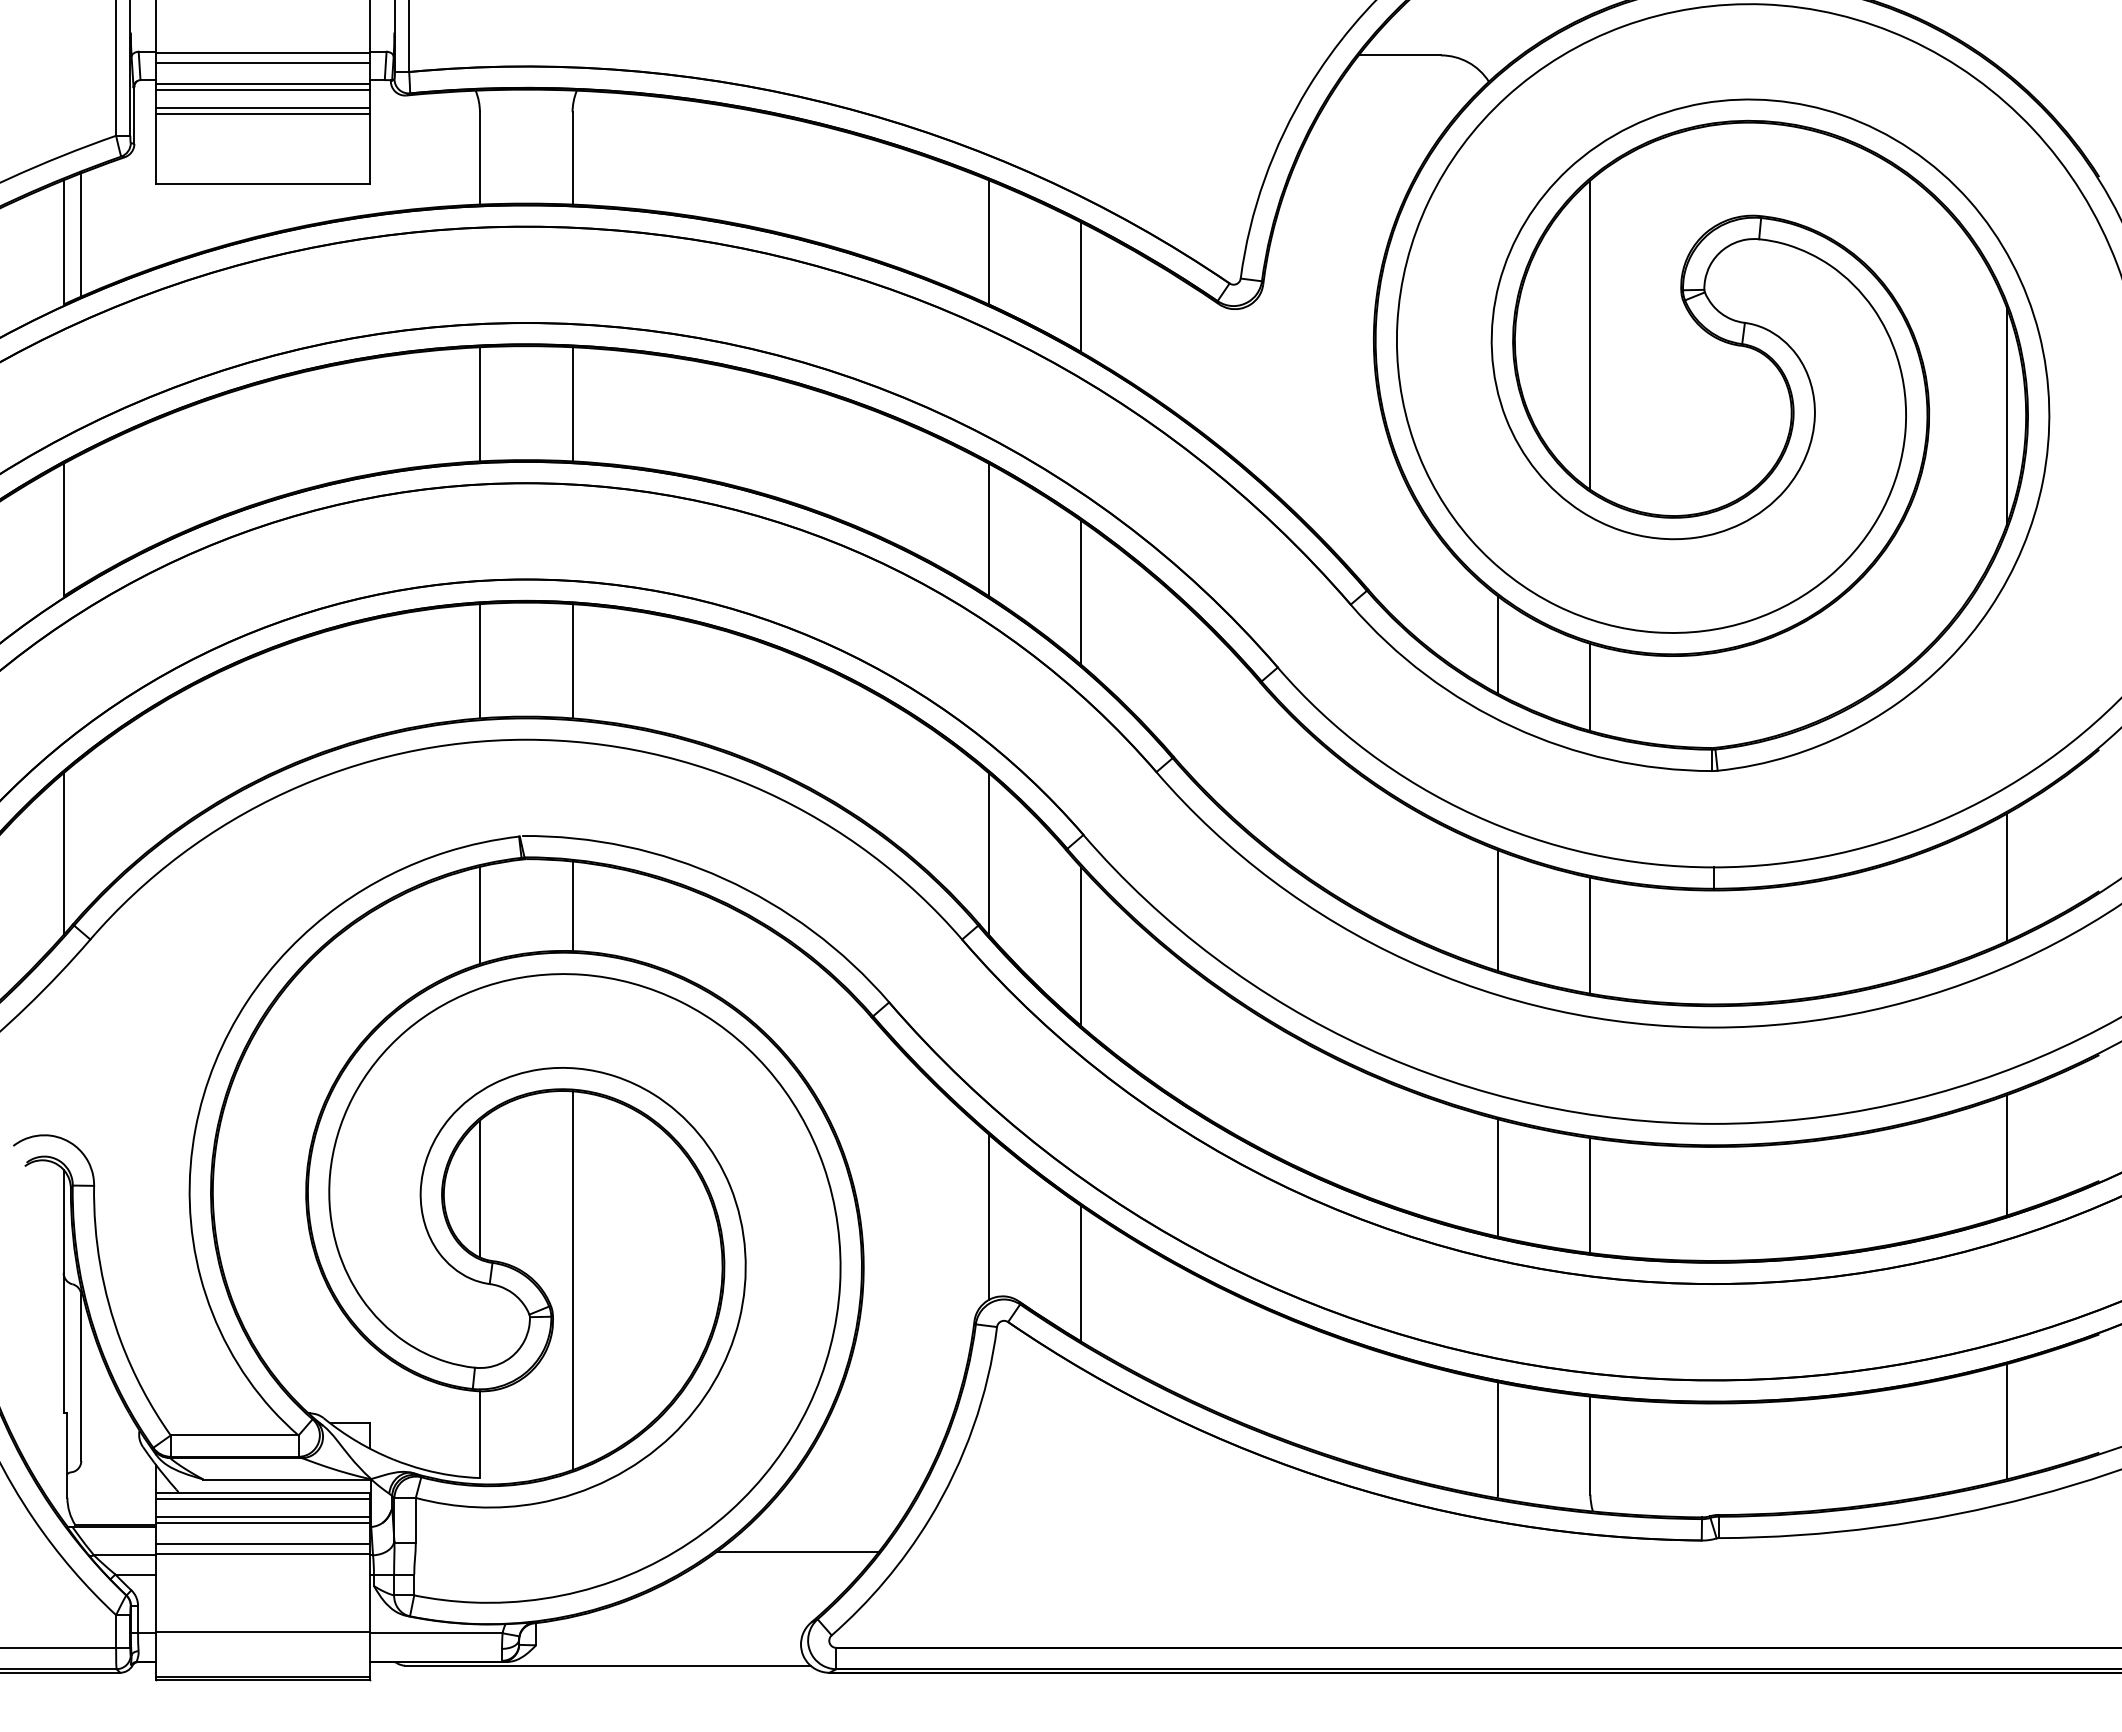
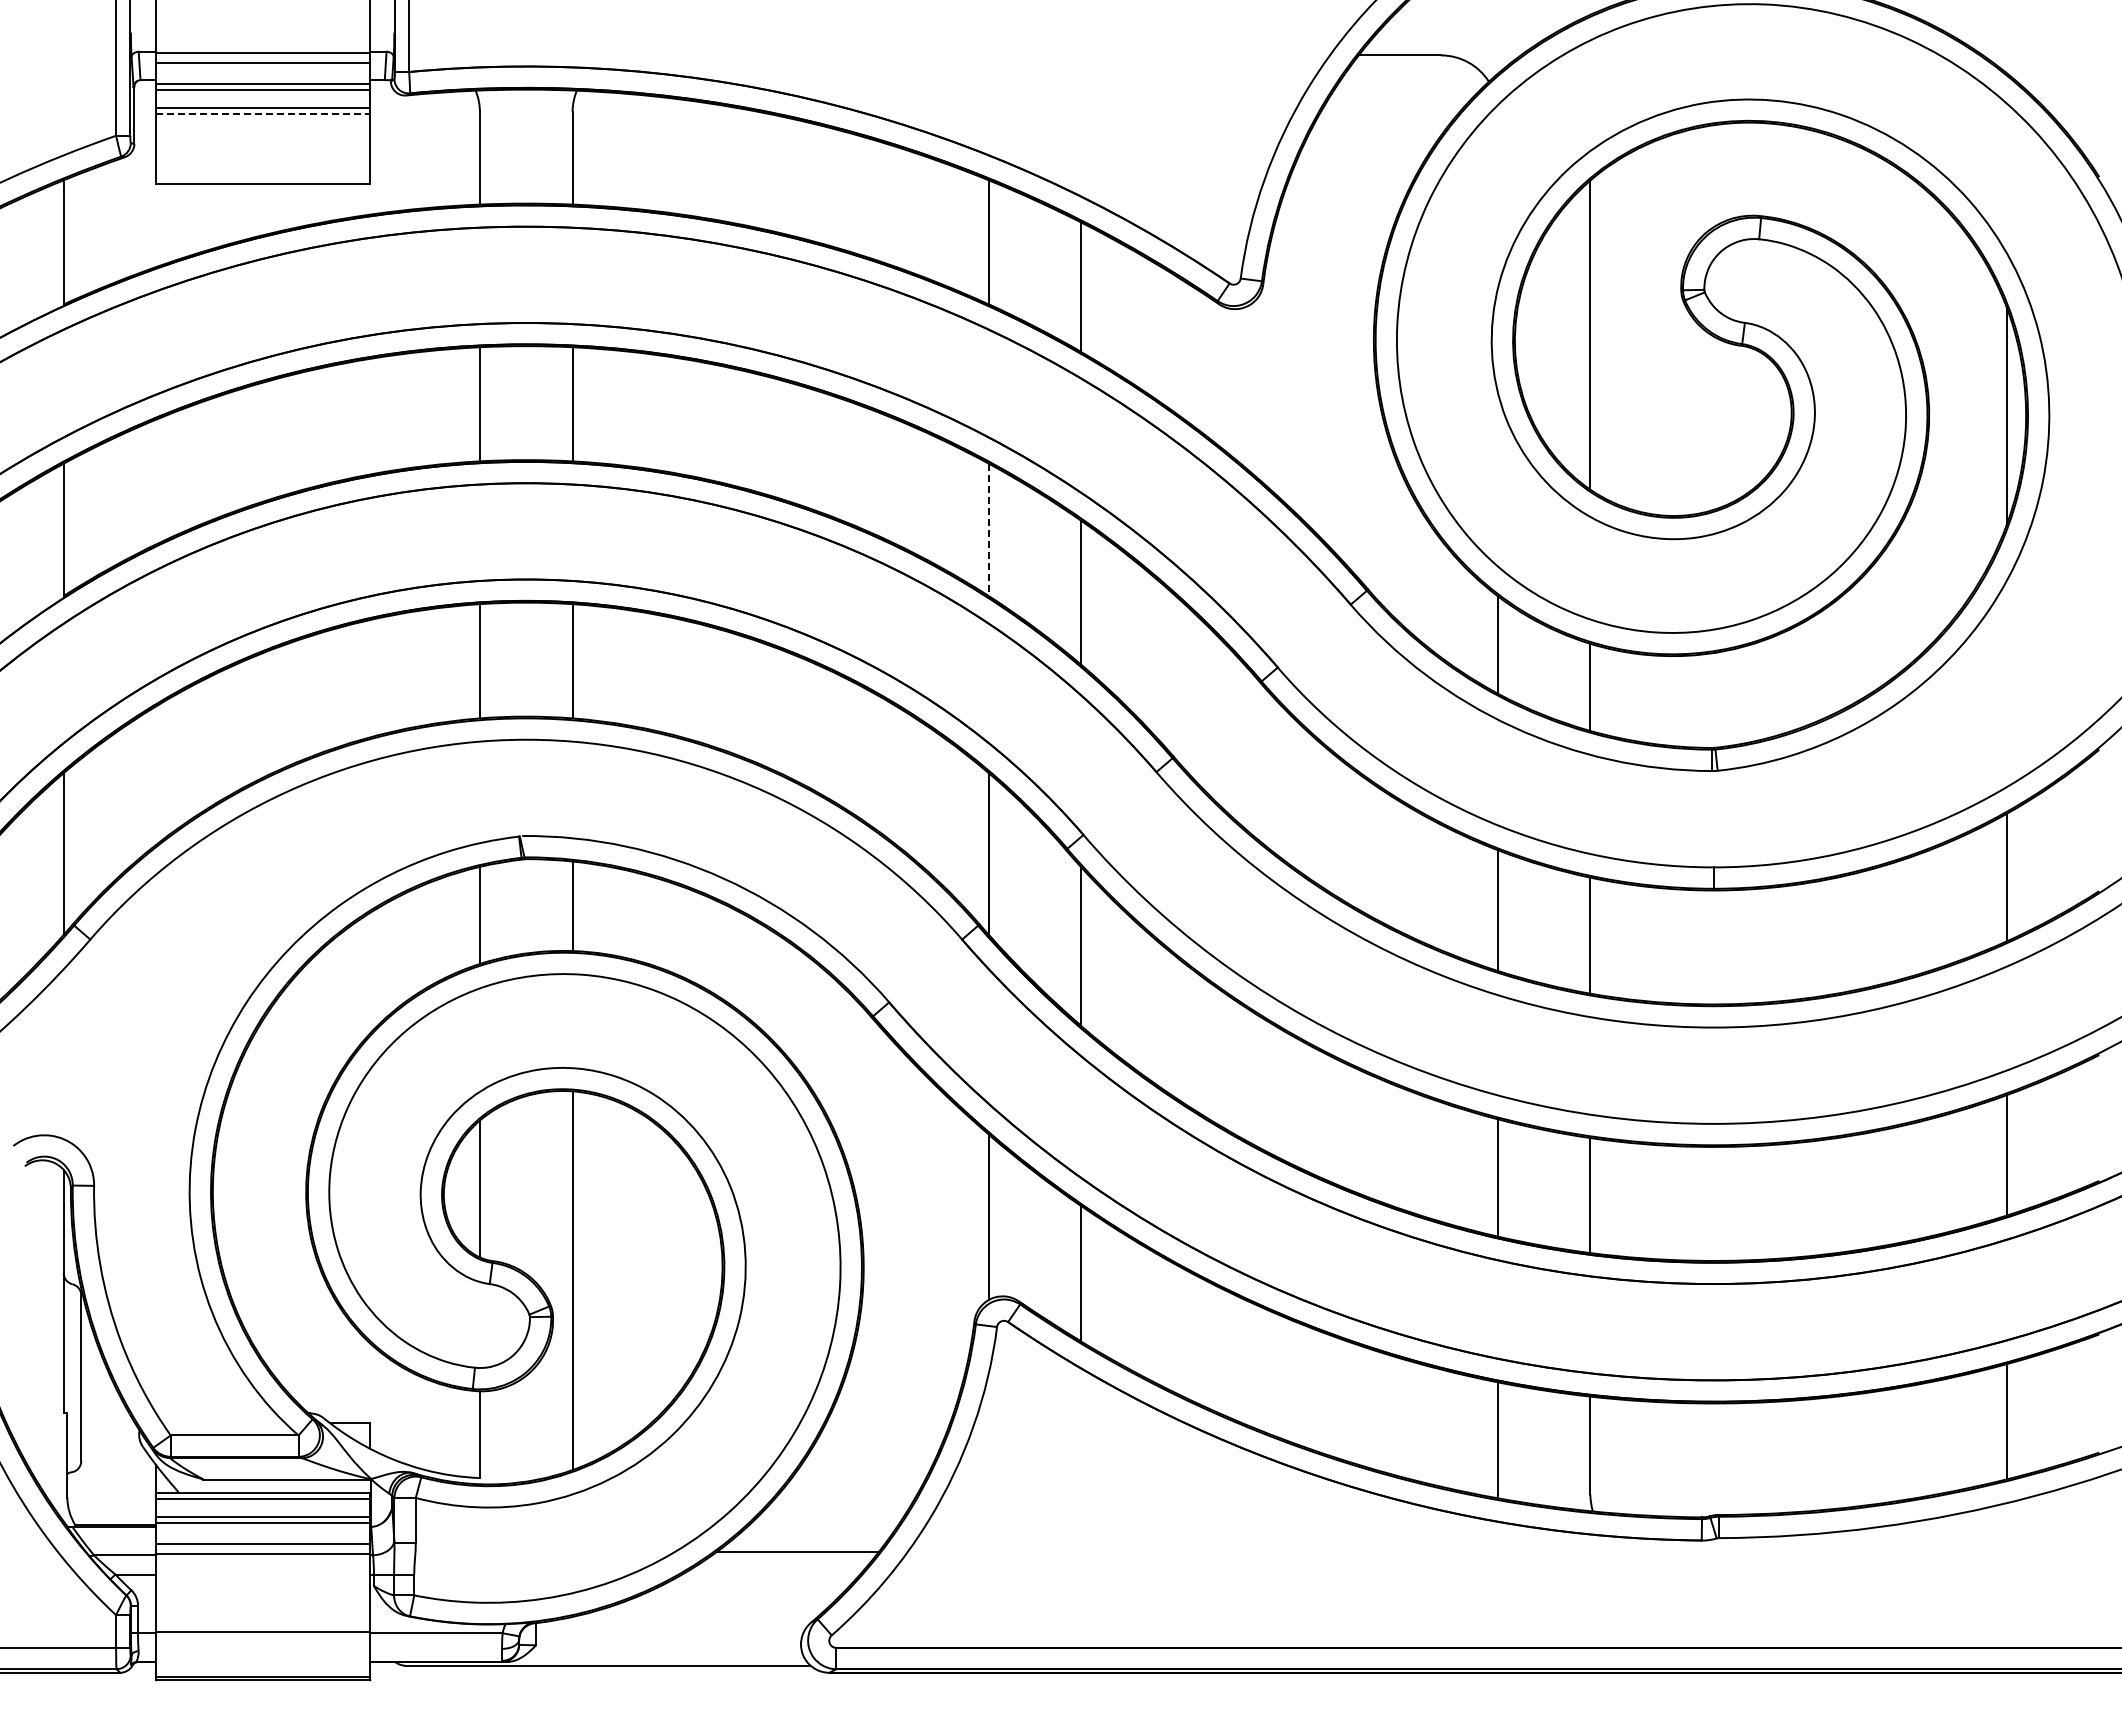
line at (262, 114): solid -> dashed
line at (81, 234): present -> none
line at (988, 530): solid -> dashed
